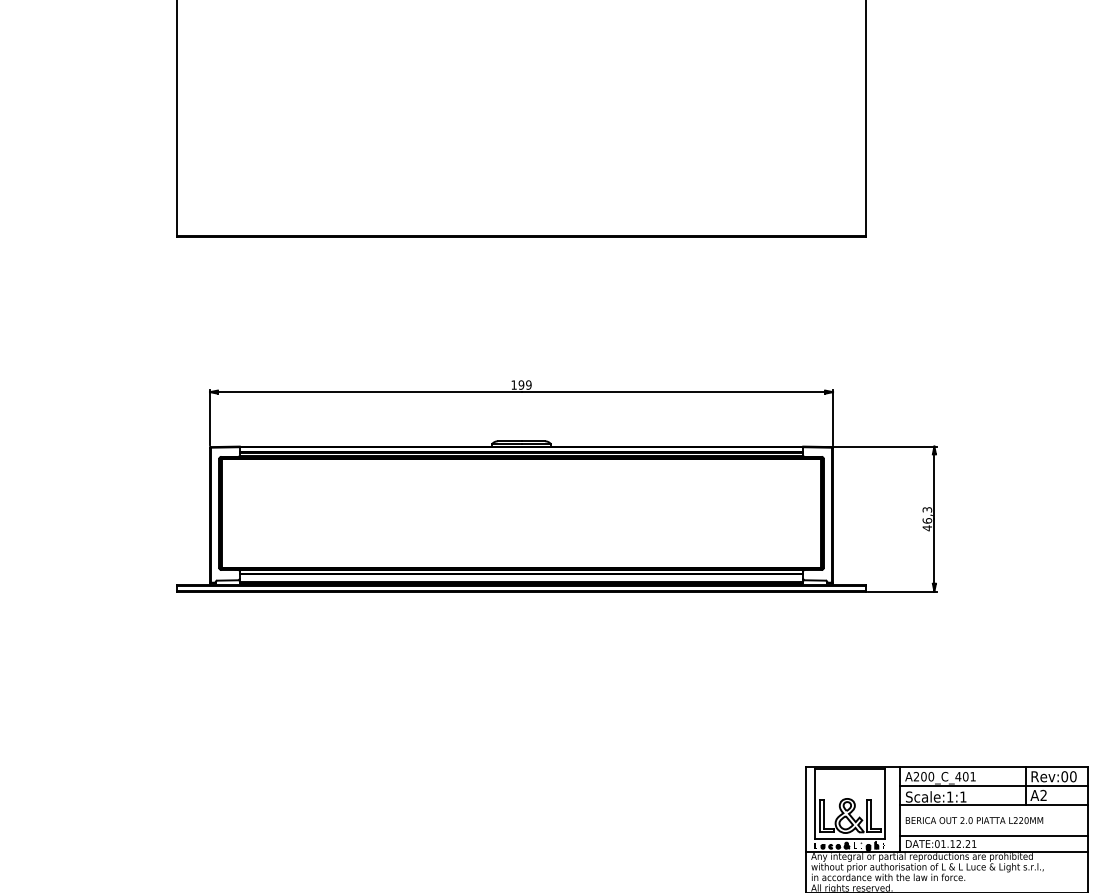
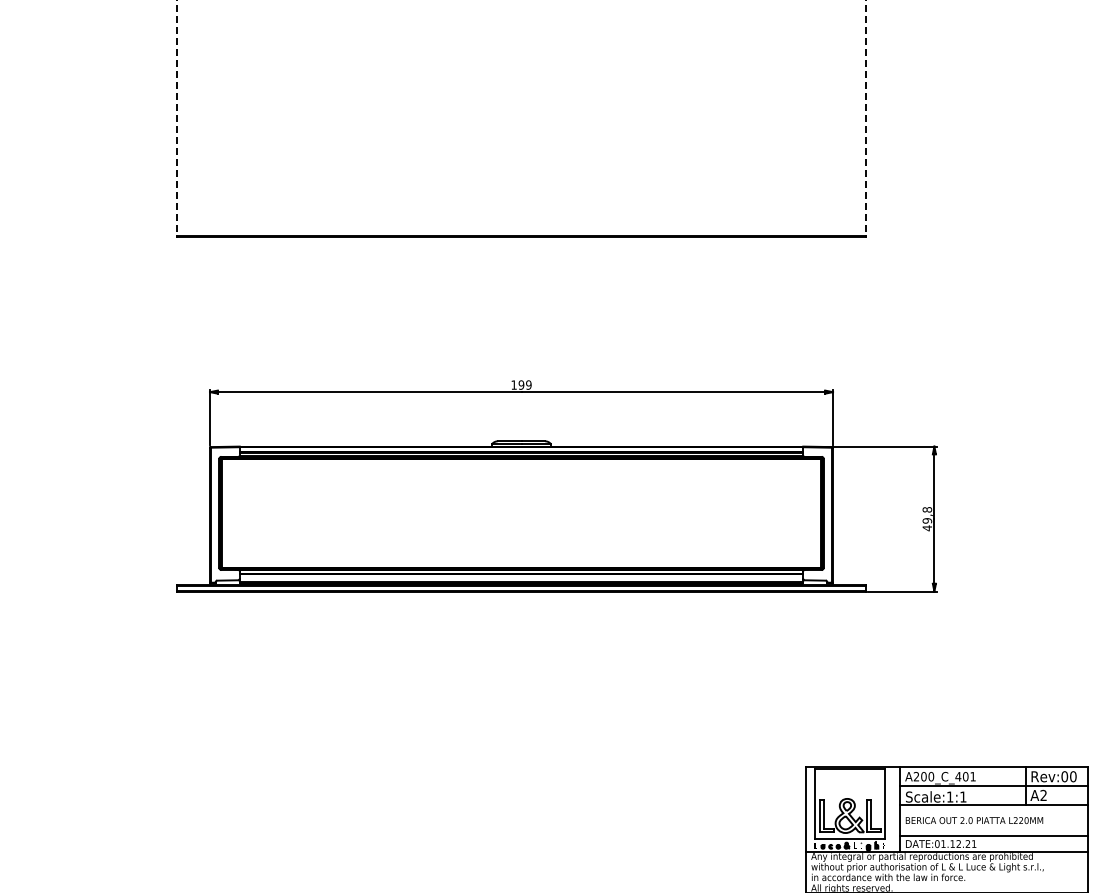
line at (177, 118): solid -> dashed
line at (865, 118): solid -> dashed
text at (927, 515): 46,3 -> 49,8
